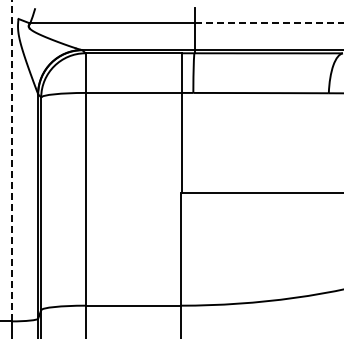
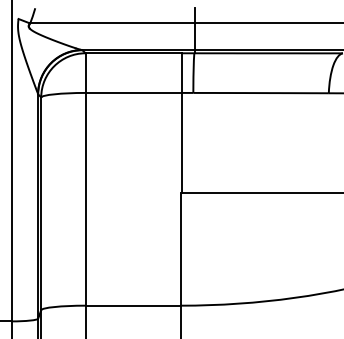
line at (269, 23): dashed -> solid
line at (11, 160): dashed -> solid
